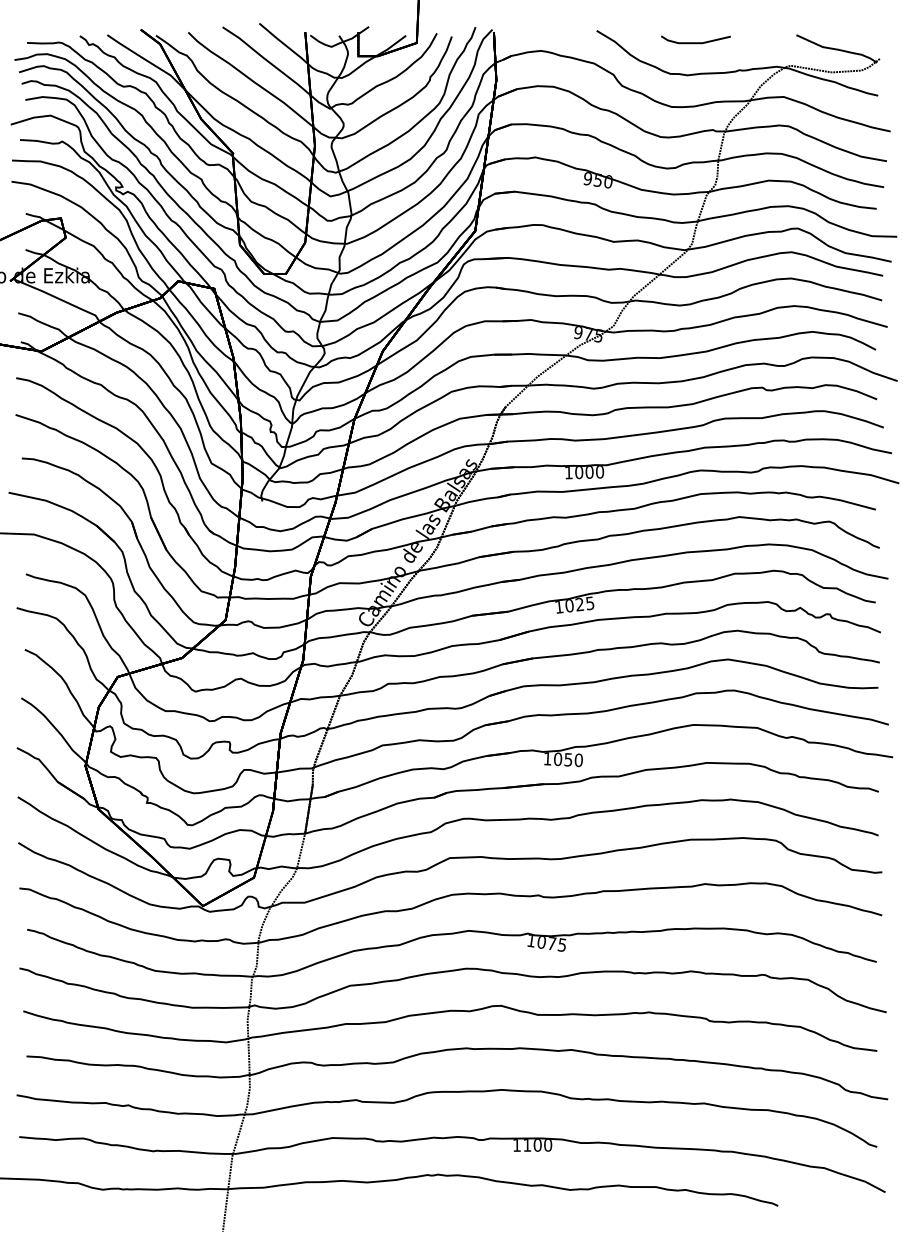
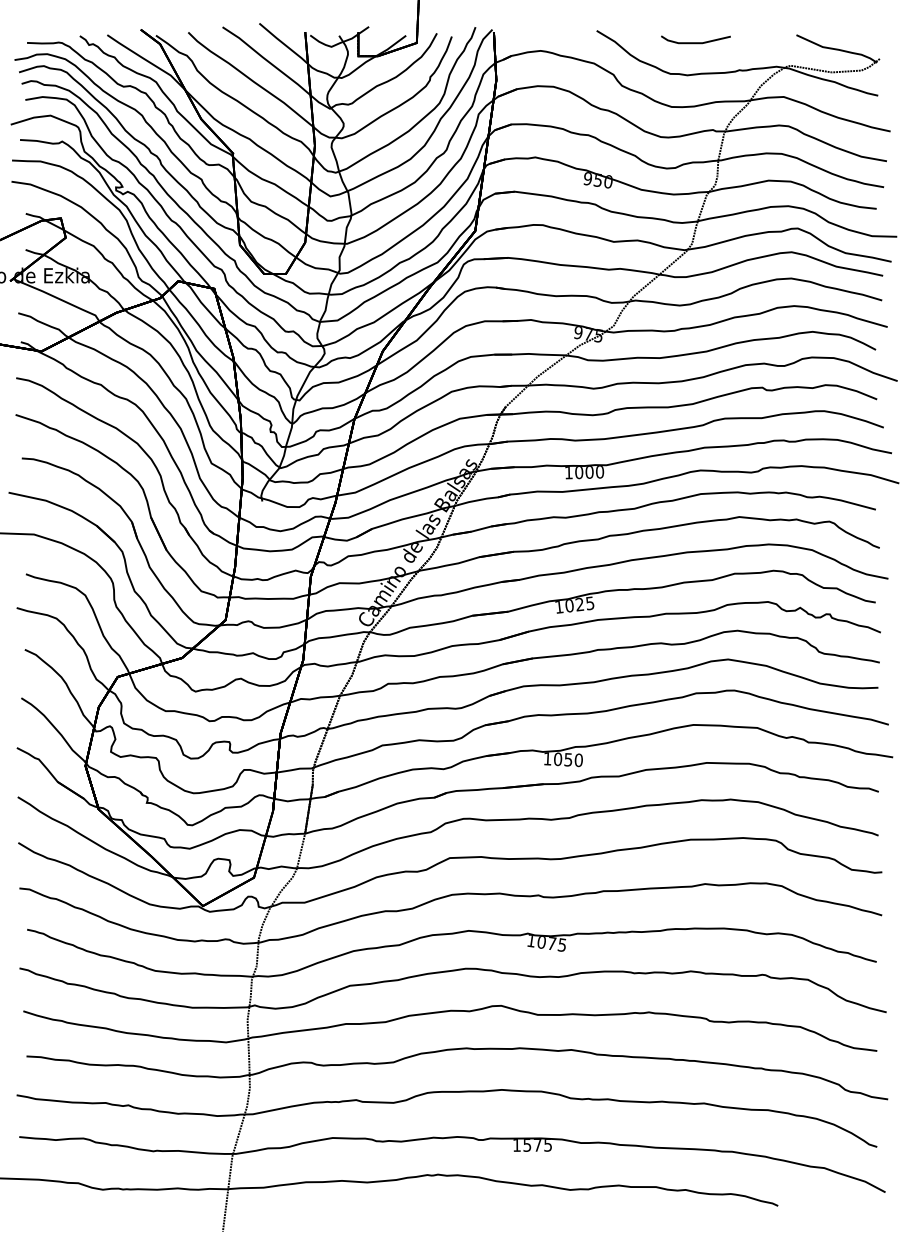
text at (537, 1145): 1100 -> 1575
